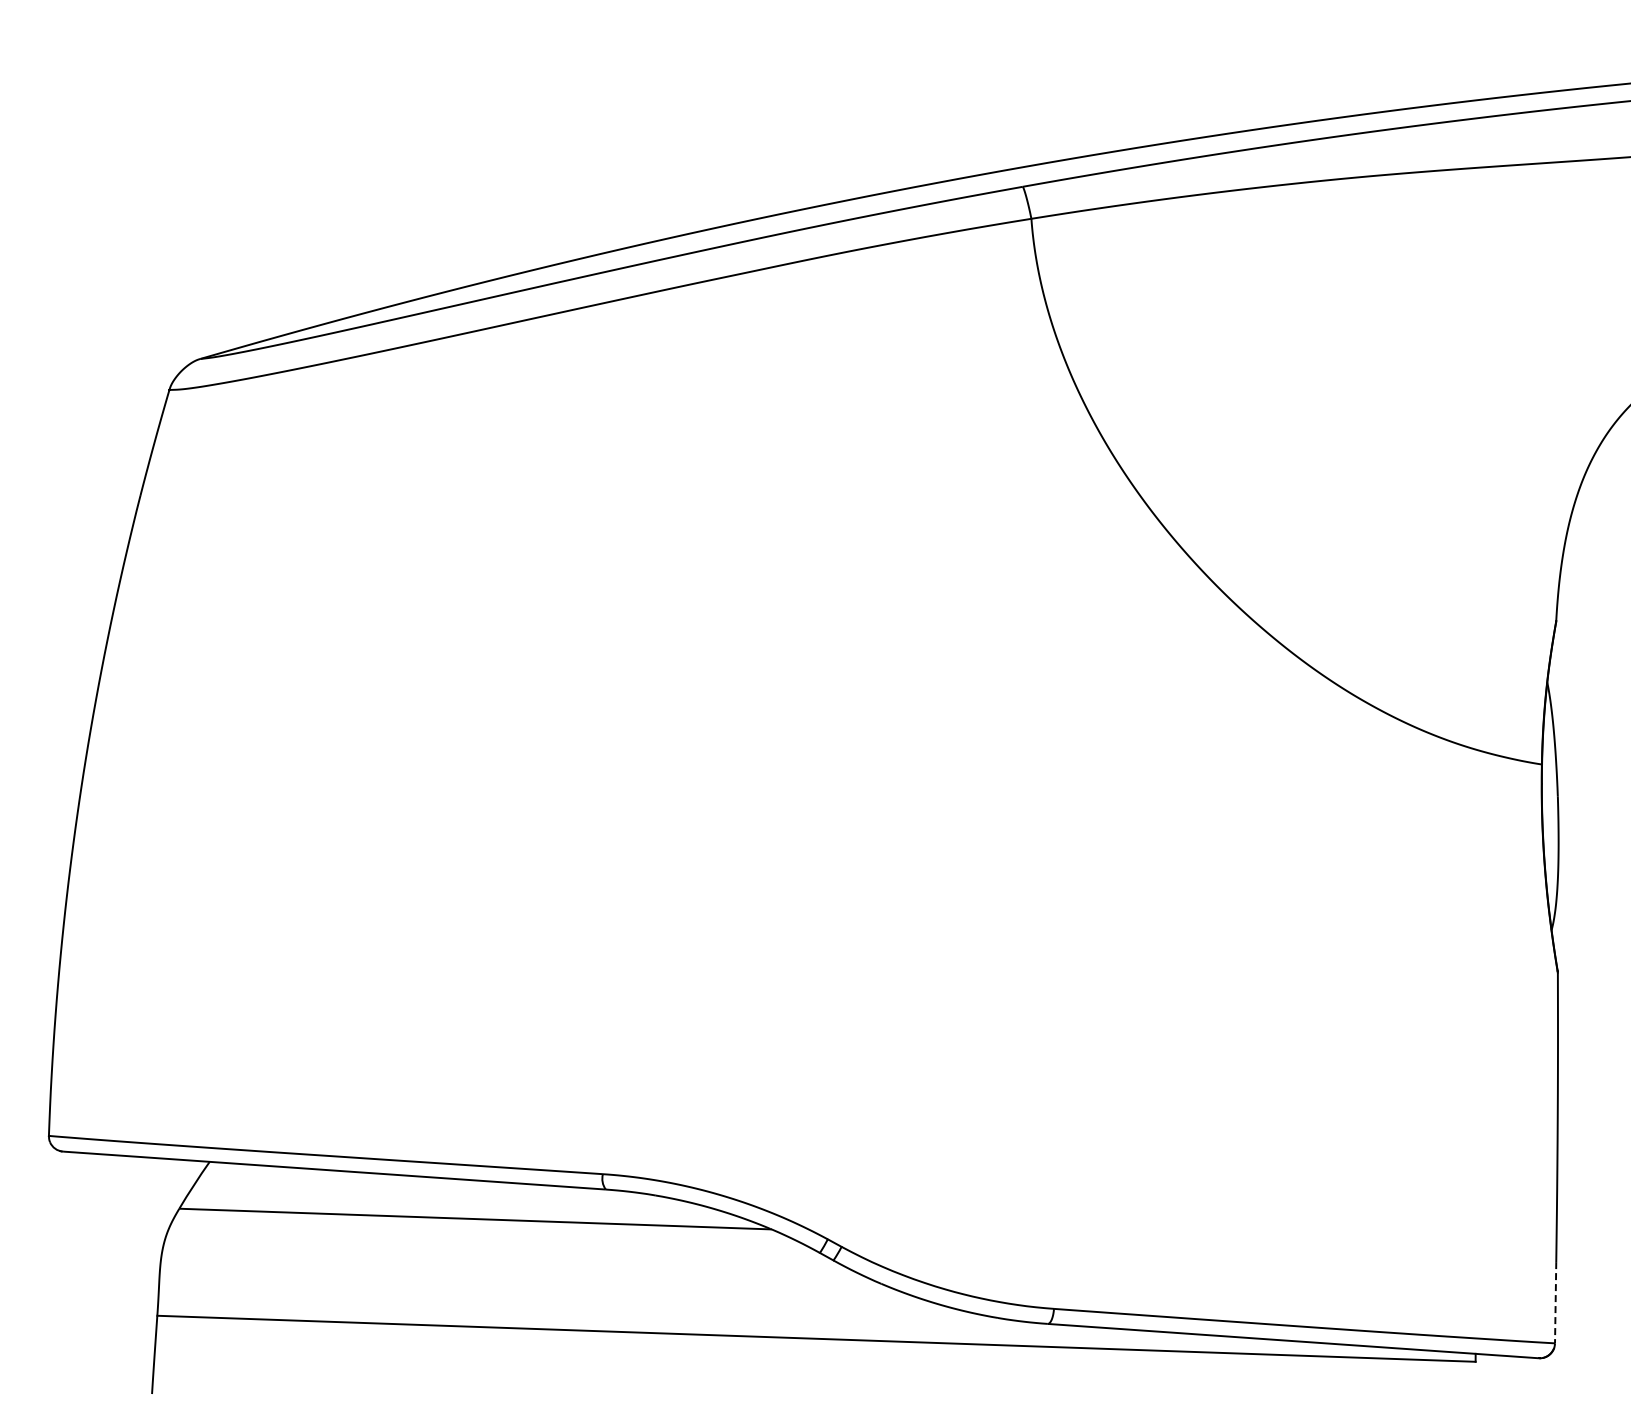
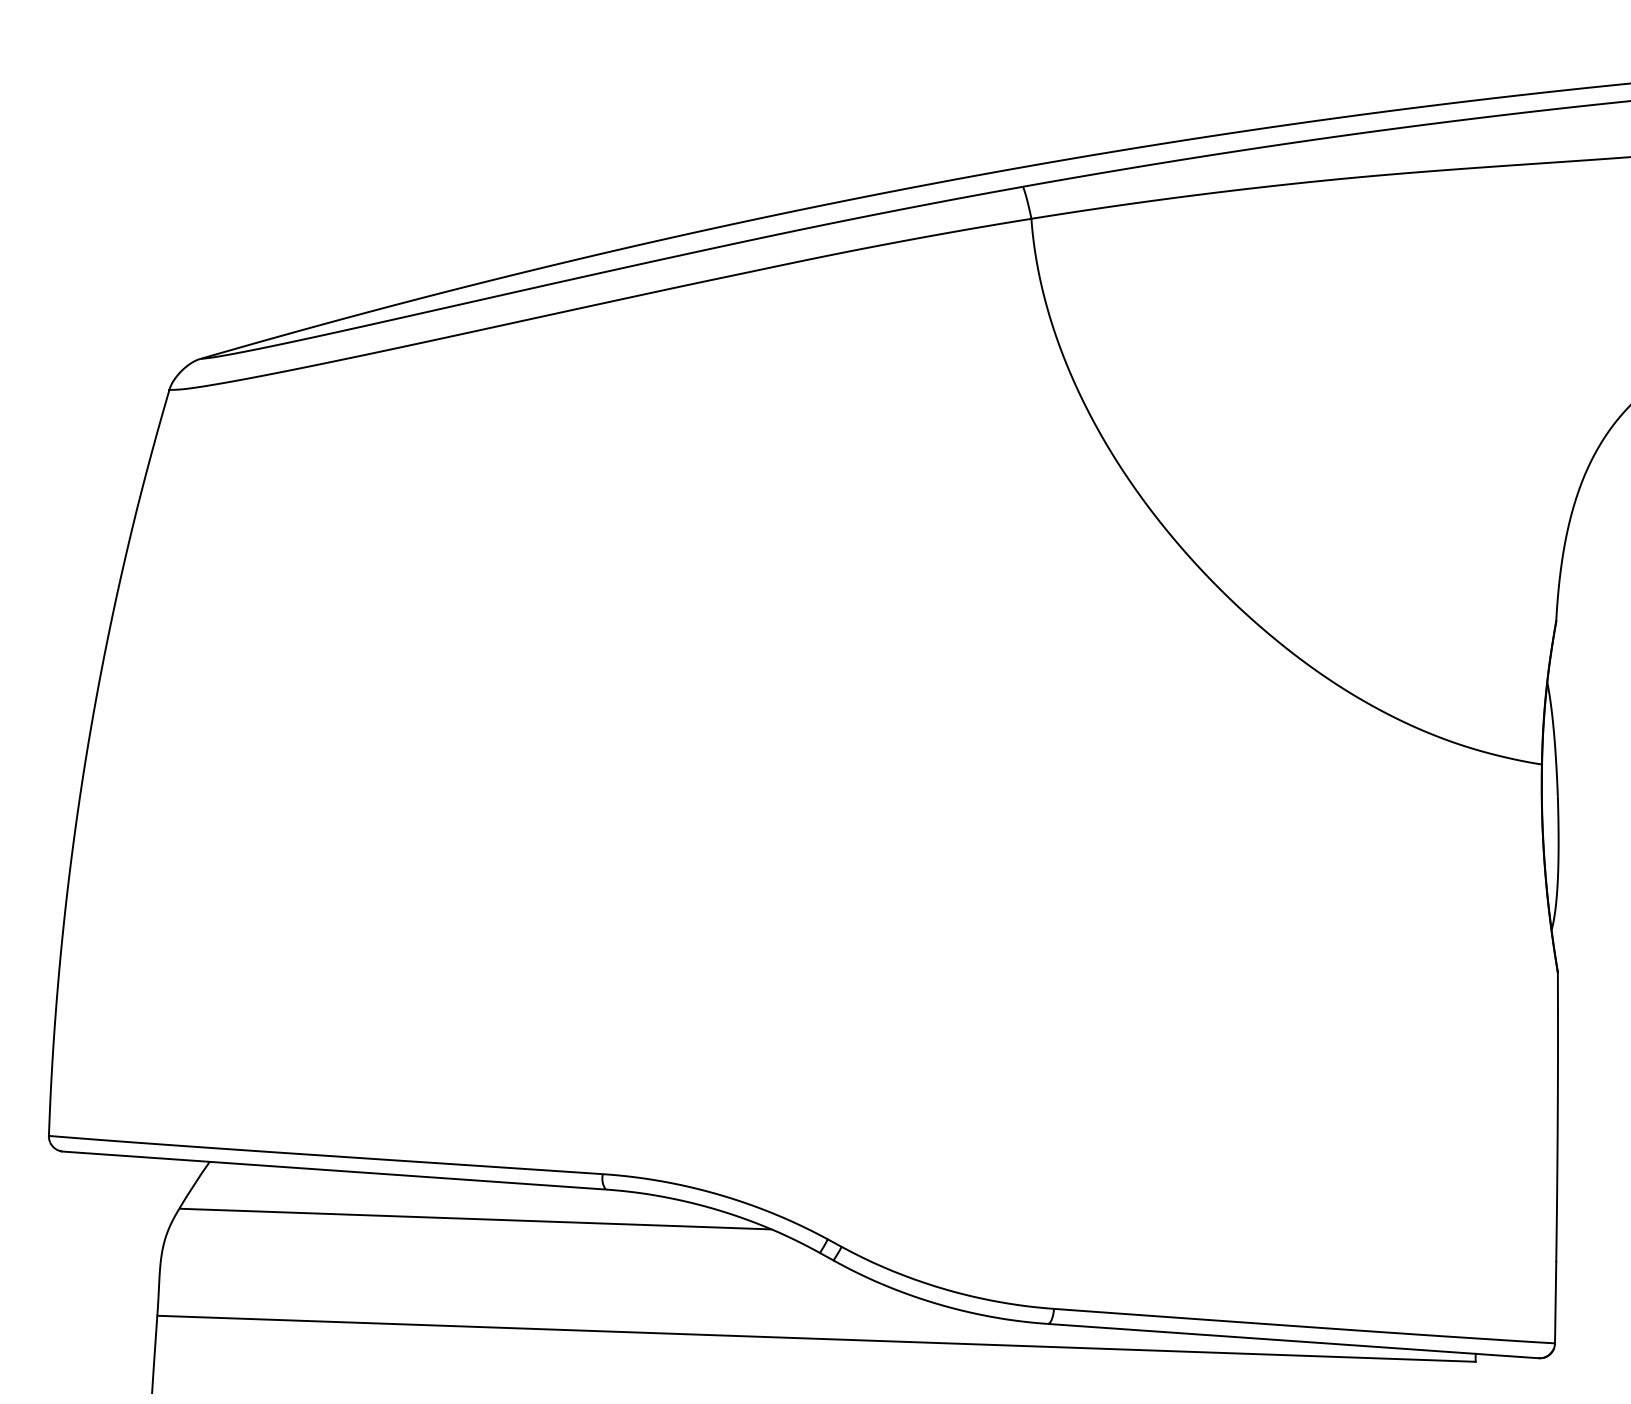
line at (1555, 1302): dashed -> solid
